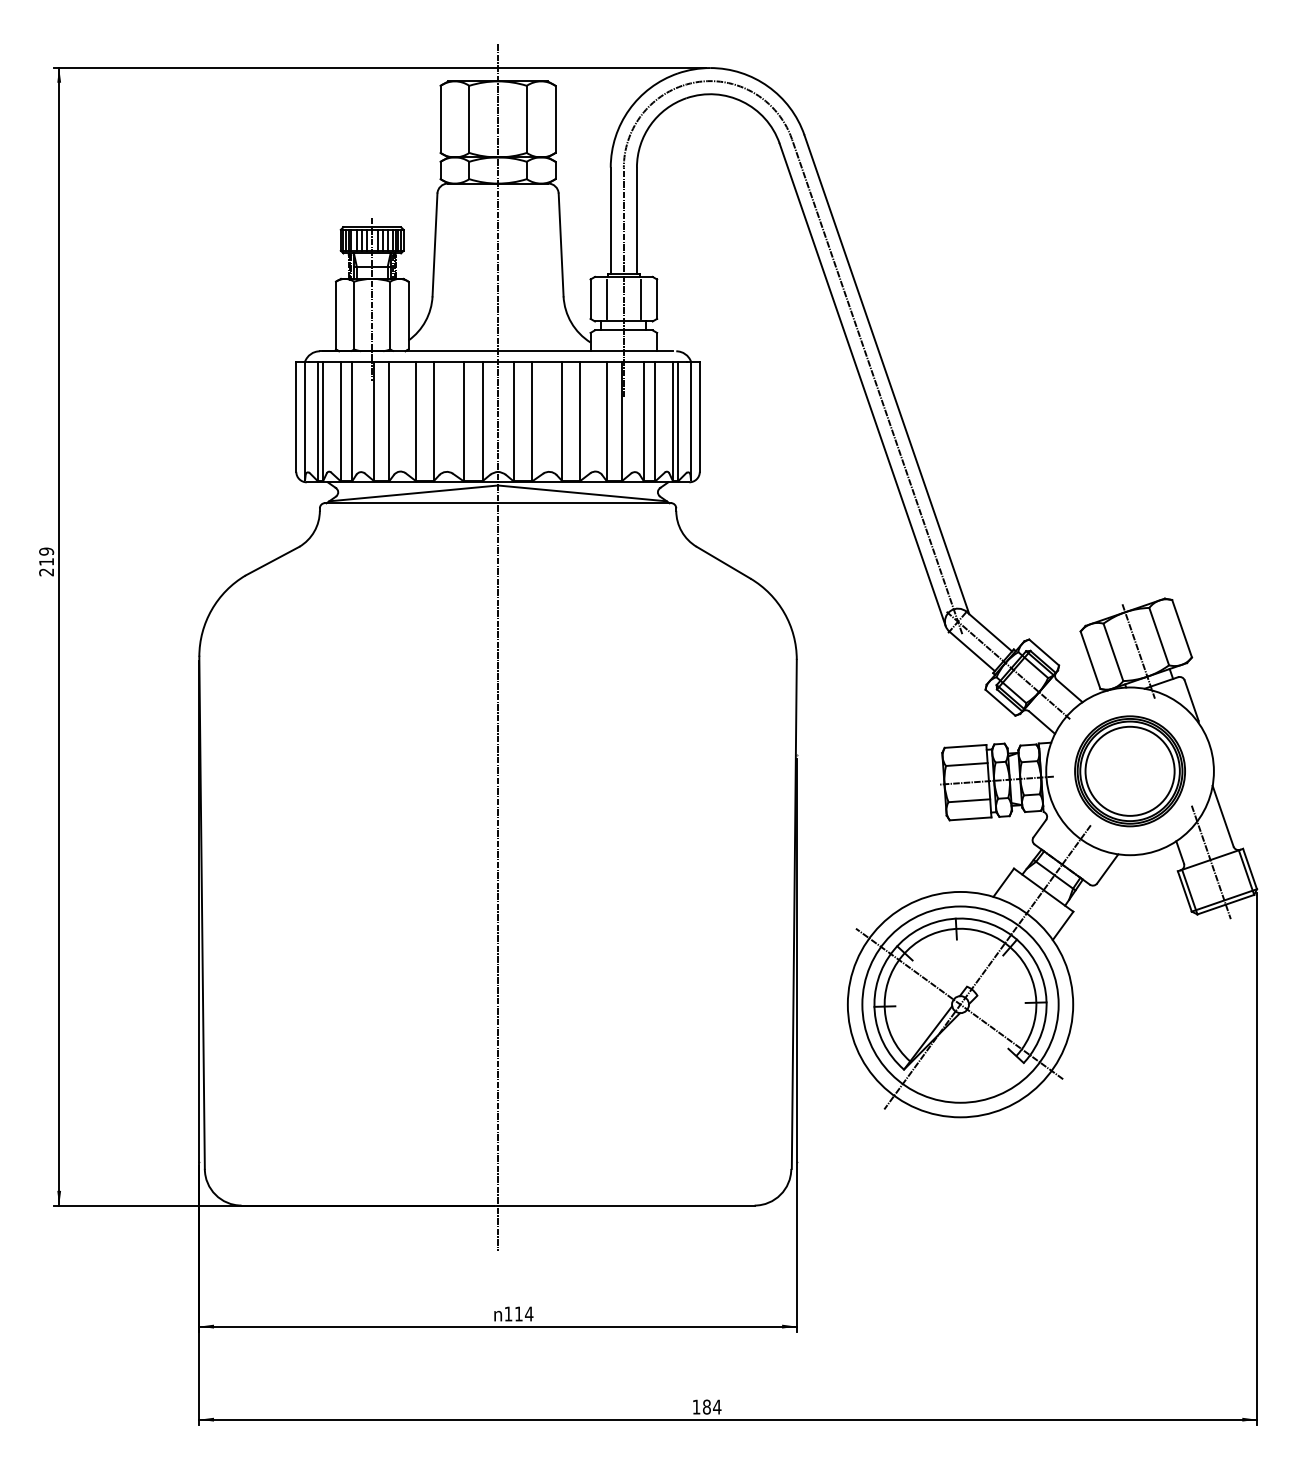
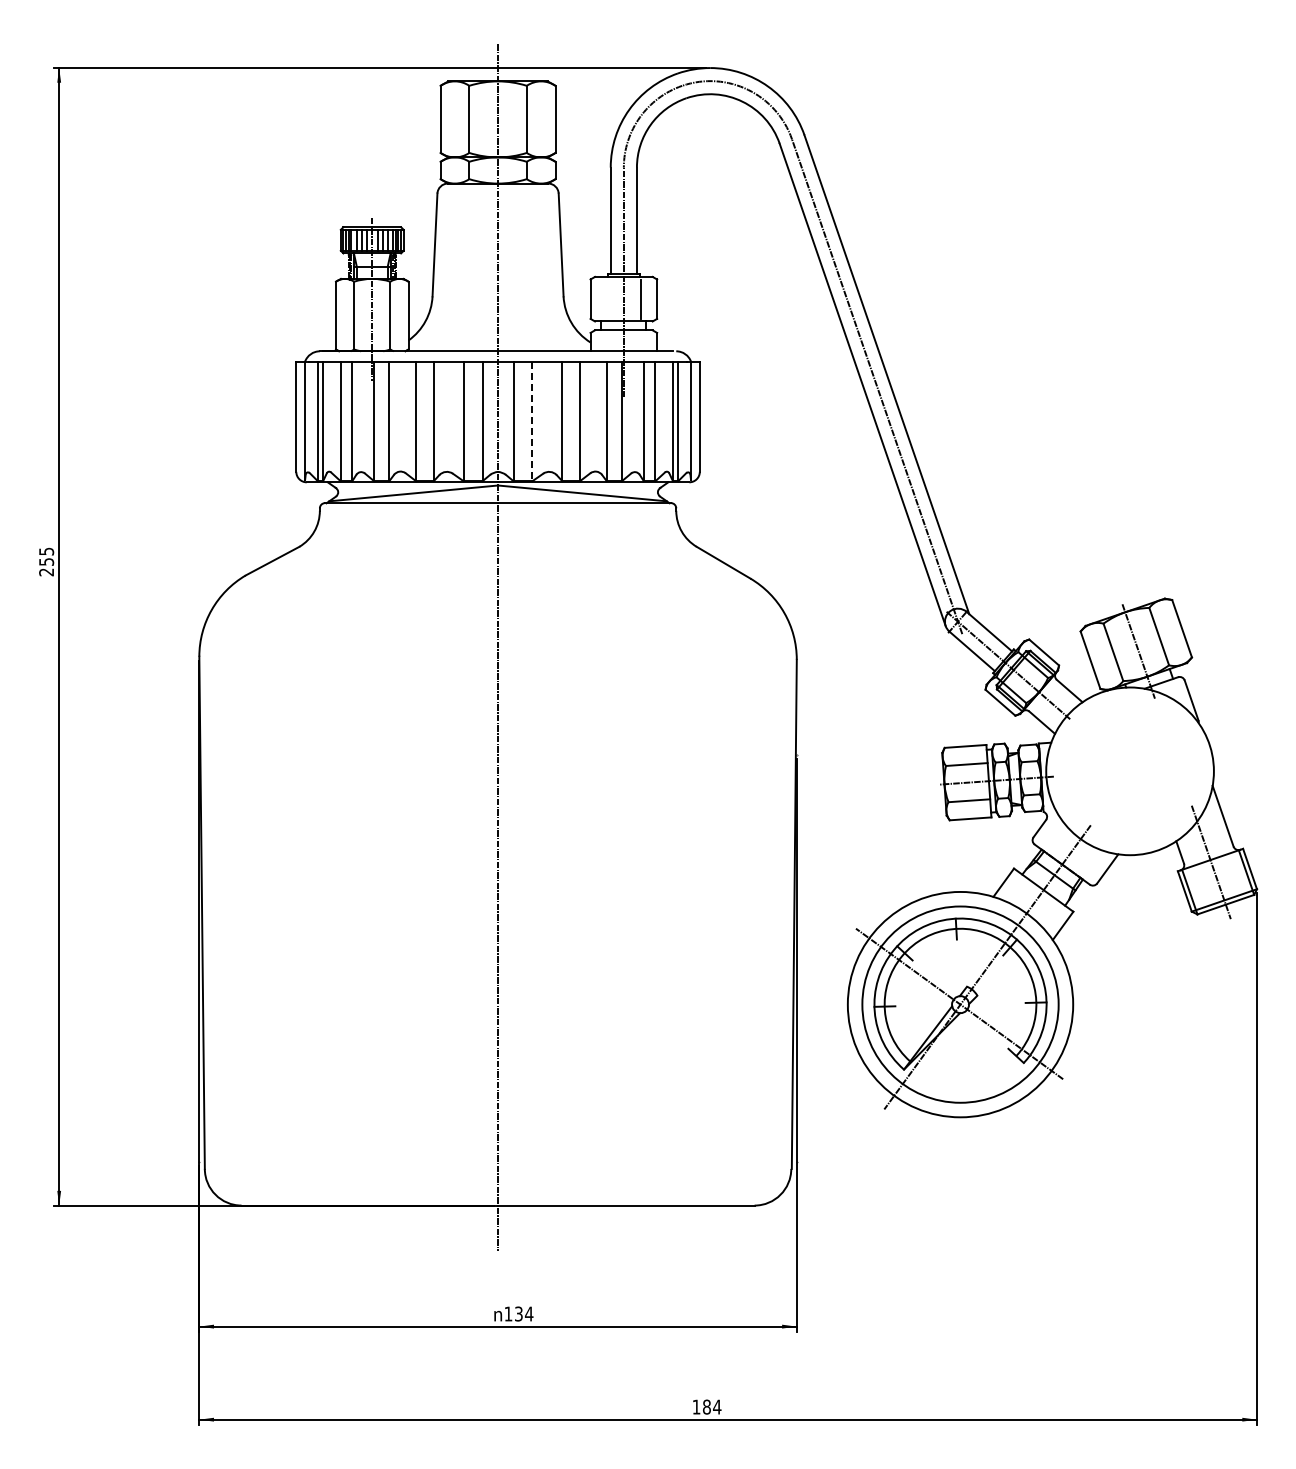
line at (607, 298): present -> none
line at (532, 421): solid -> dashed
text at (46, 556): 219 -> 255
part at (1129, 771): present -> none
text at (518, 1313): 114 -> 134
